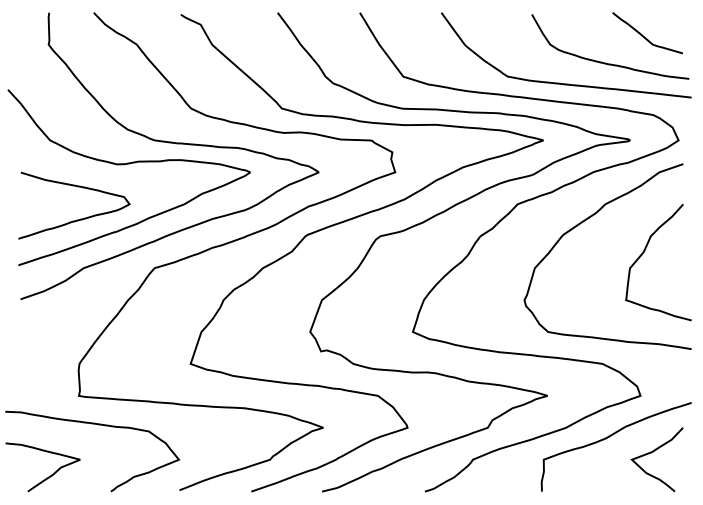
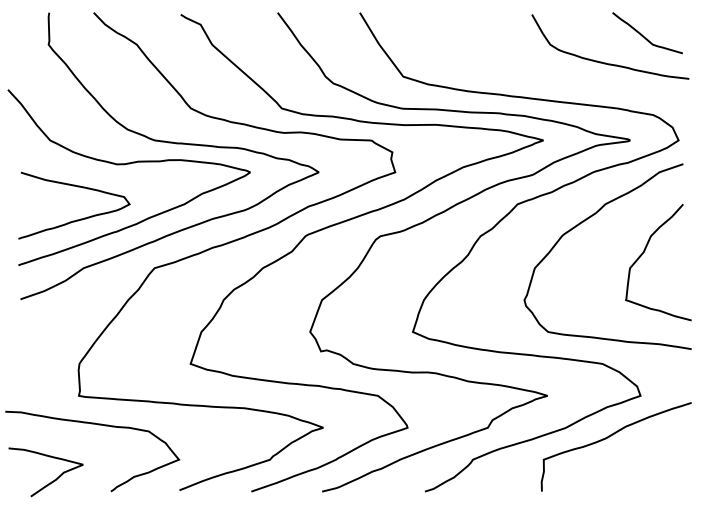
curve at (559, 82): present -> none
curve at (653, 452): present -> none
curve at (46, 477) position: (46, 477) -> (49, 482)
